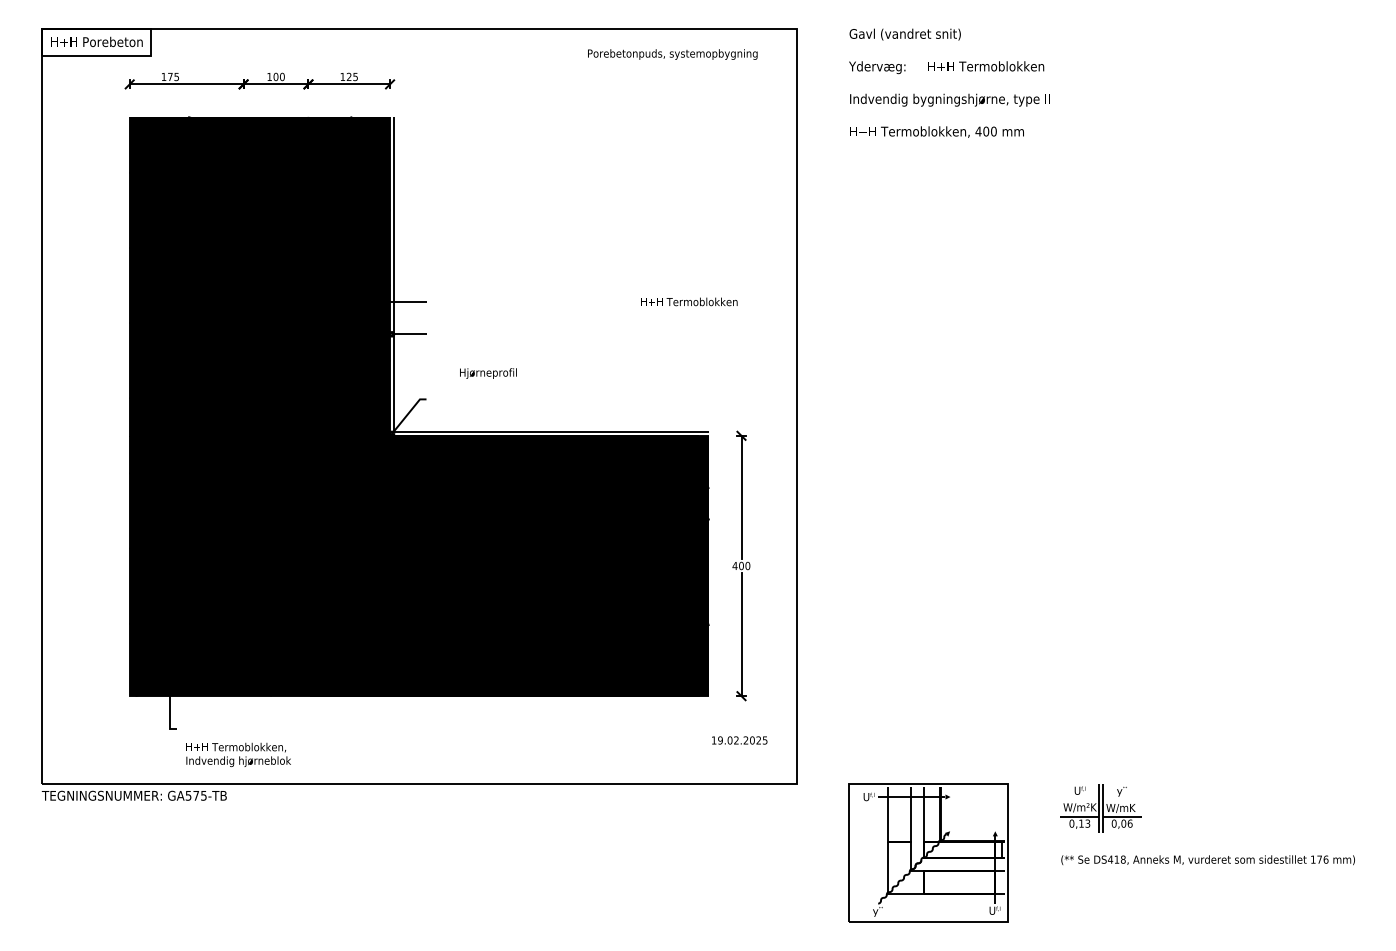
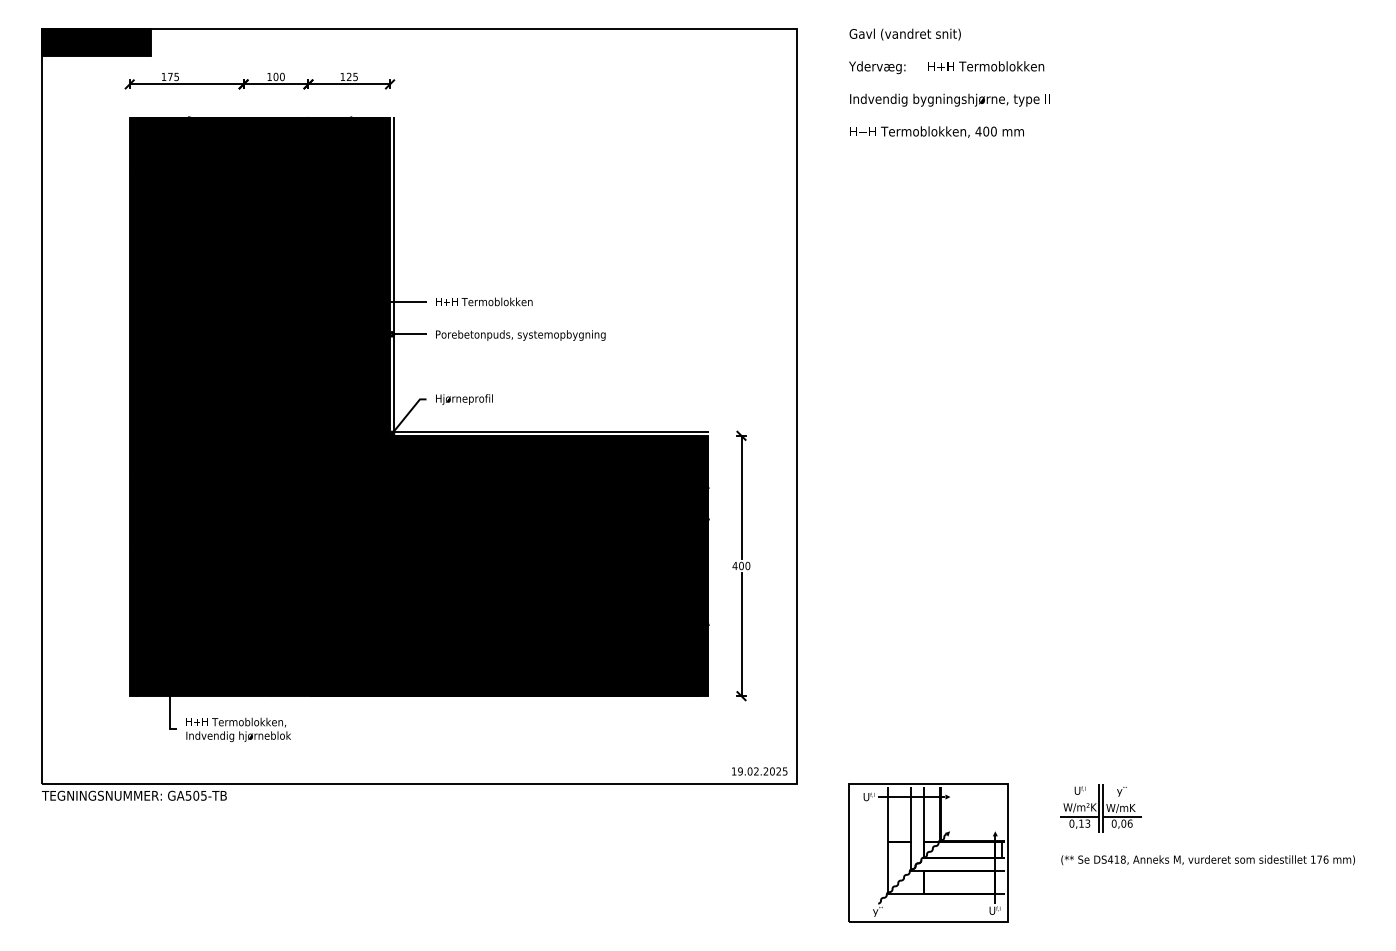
fill at (95, 42): none -> present
text at (672, 54) position: (672, 54) -> (520, 335)
text at (689, 301) position: (689, 301) -> (484, 301)
text at (488, 373) position: (488, 373) -> (464, 399)
text at (739, 740) position: (739, 740) -> (759, 771)
text at (238, 754) position: (238, 754) -> (238, 729)
text at (196, 795): GA575-TB -> GA505-TB
